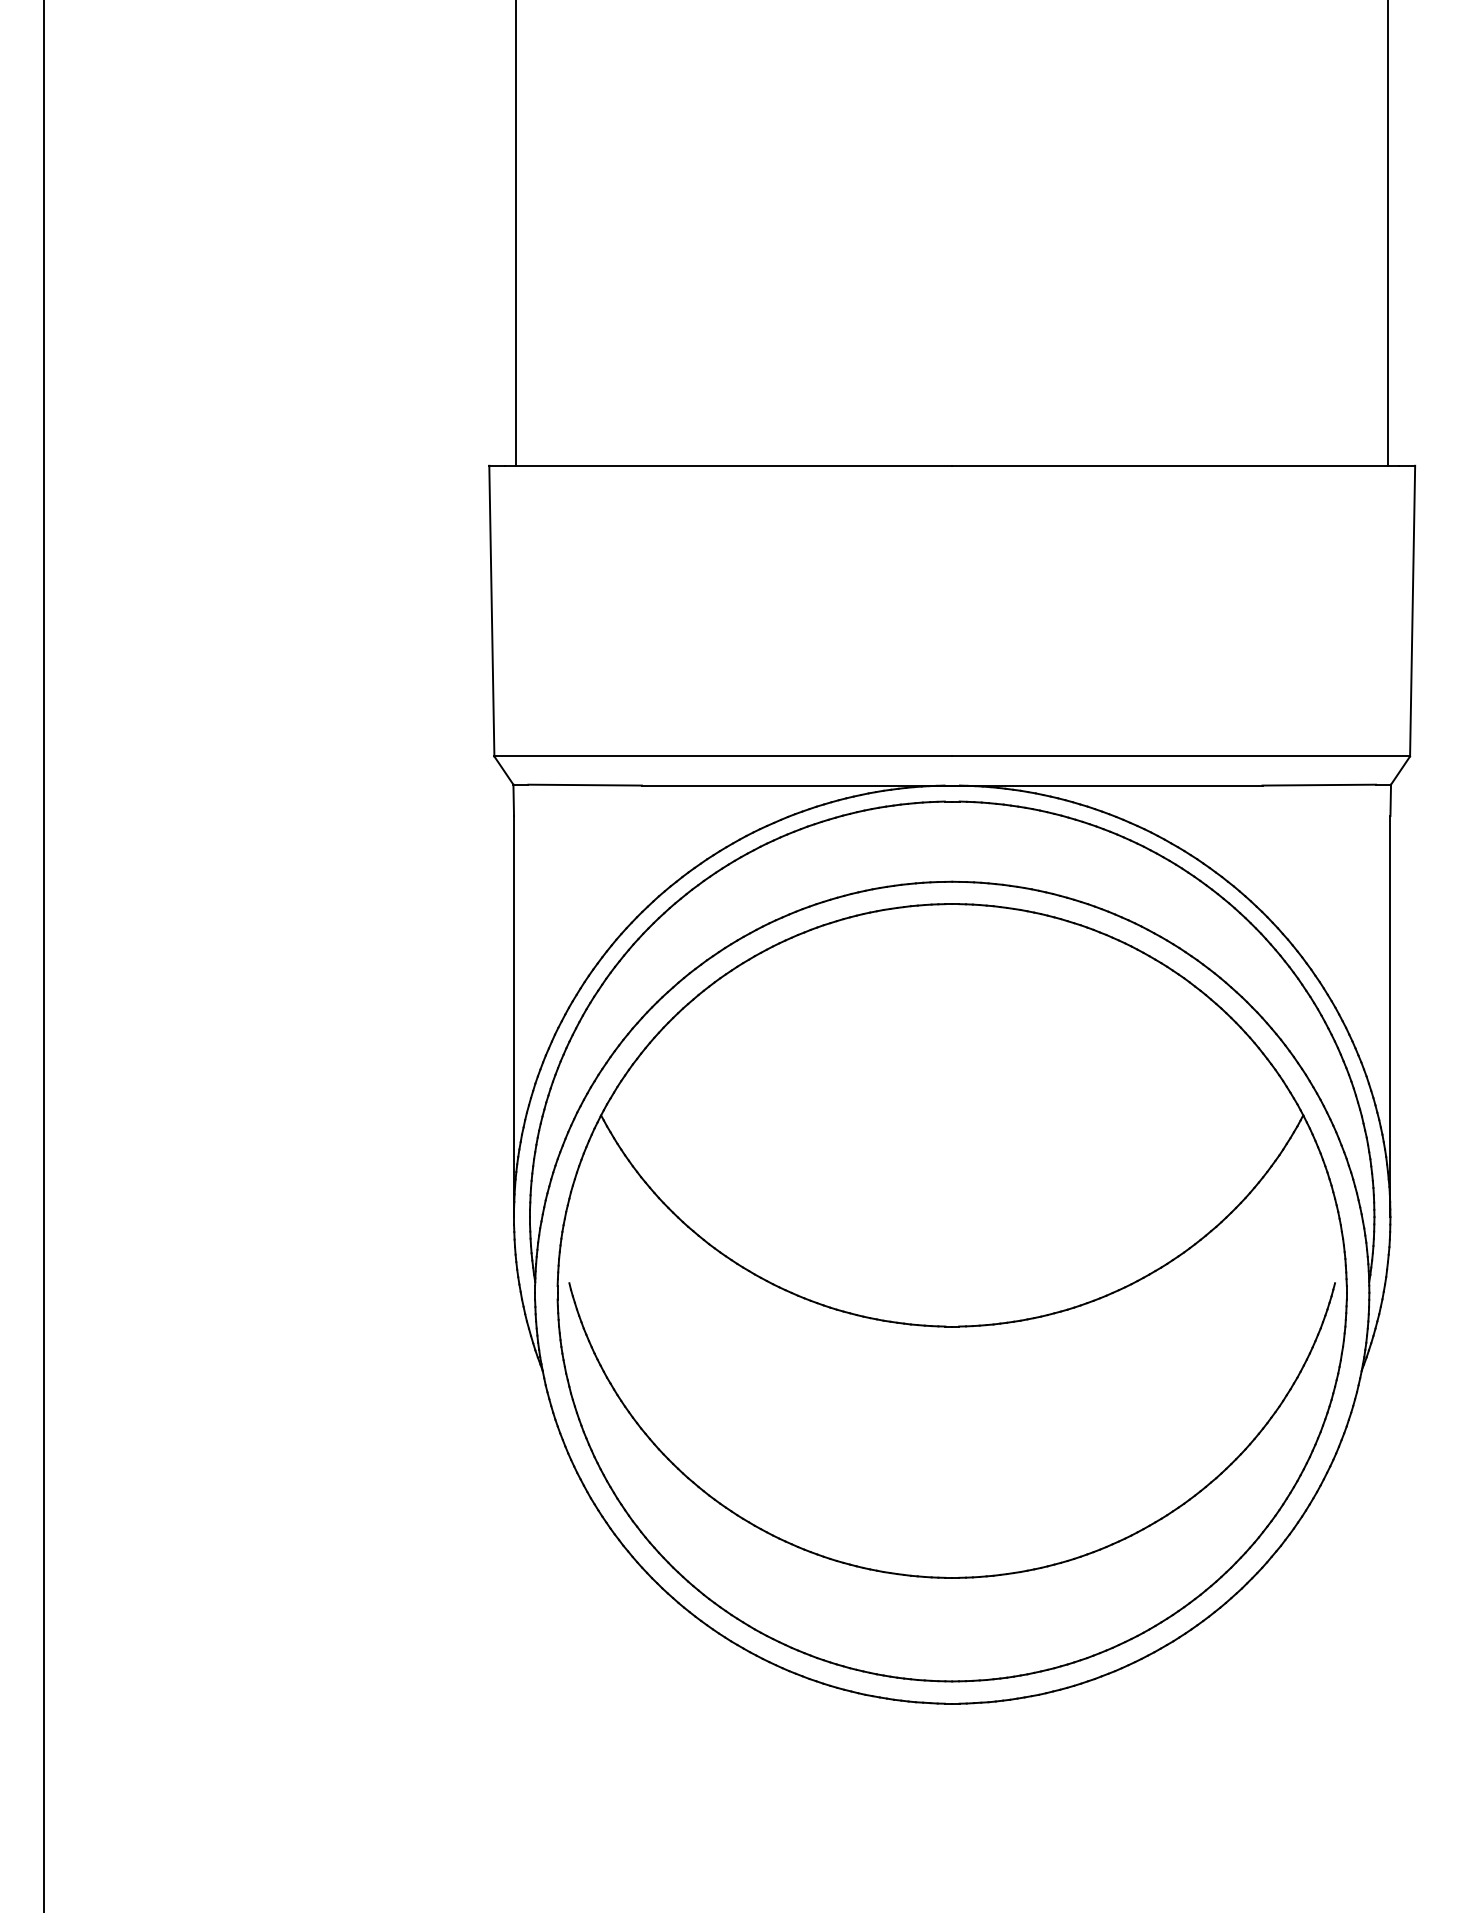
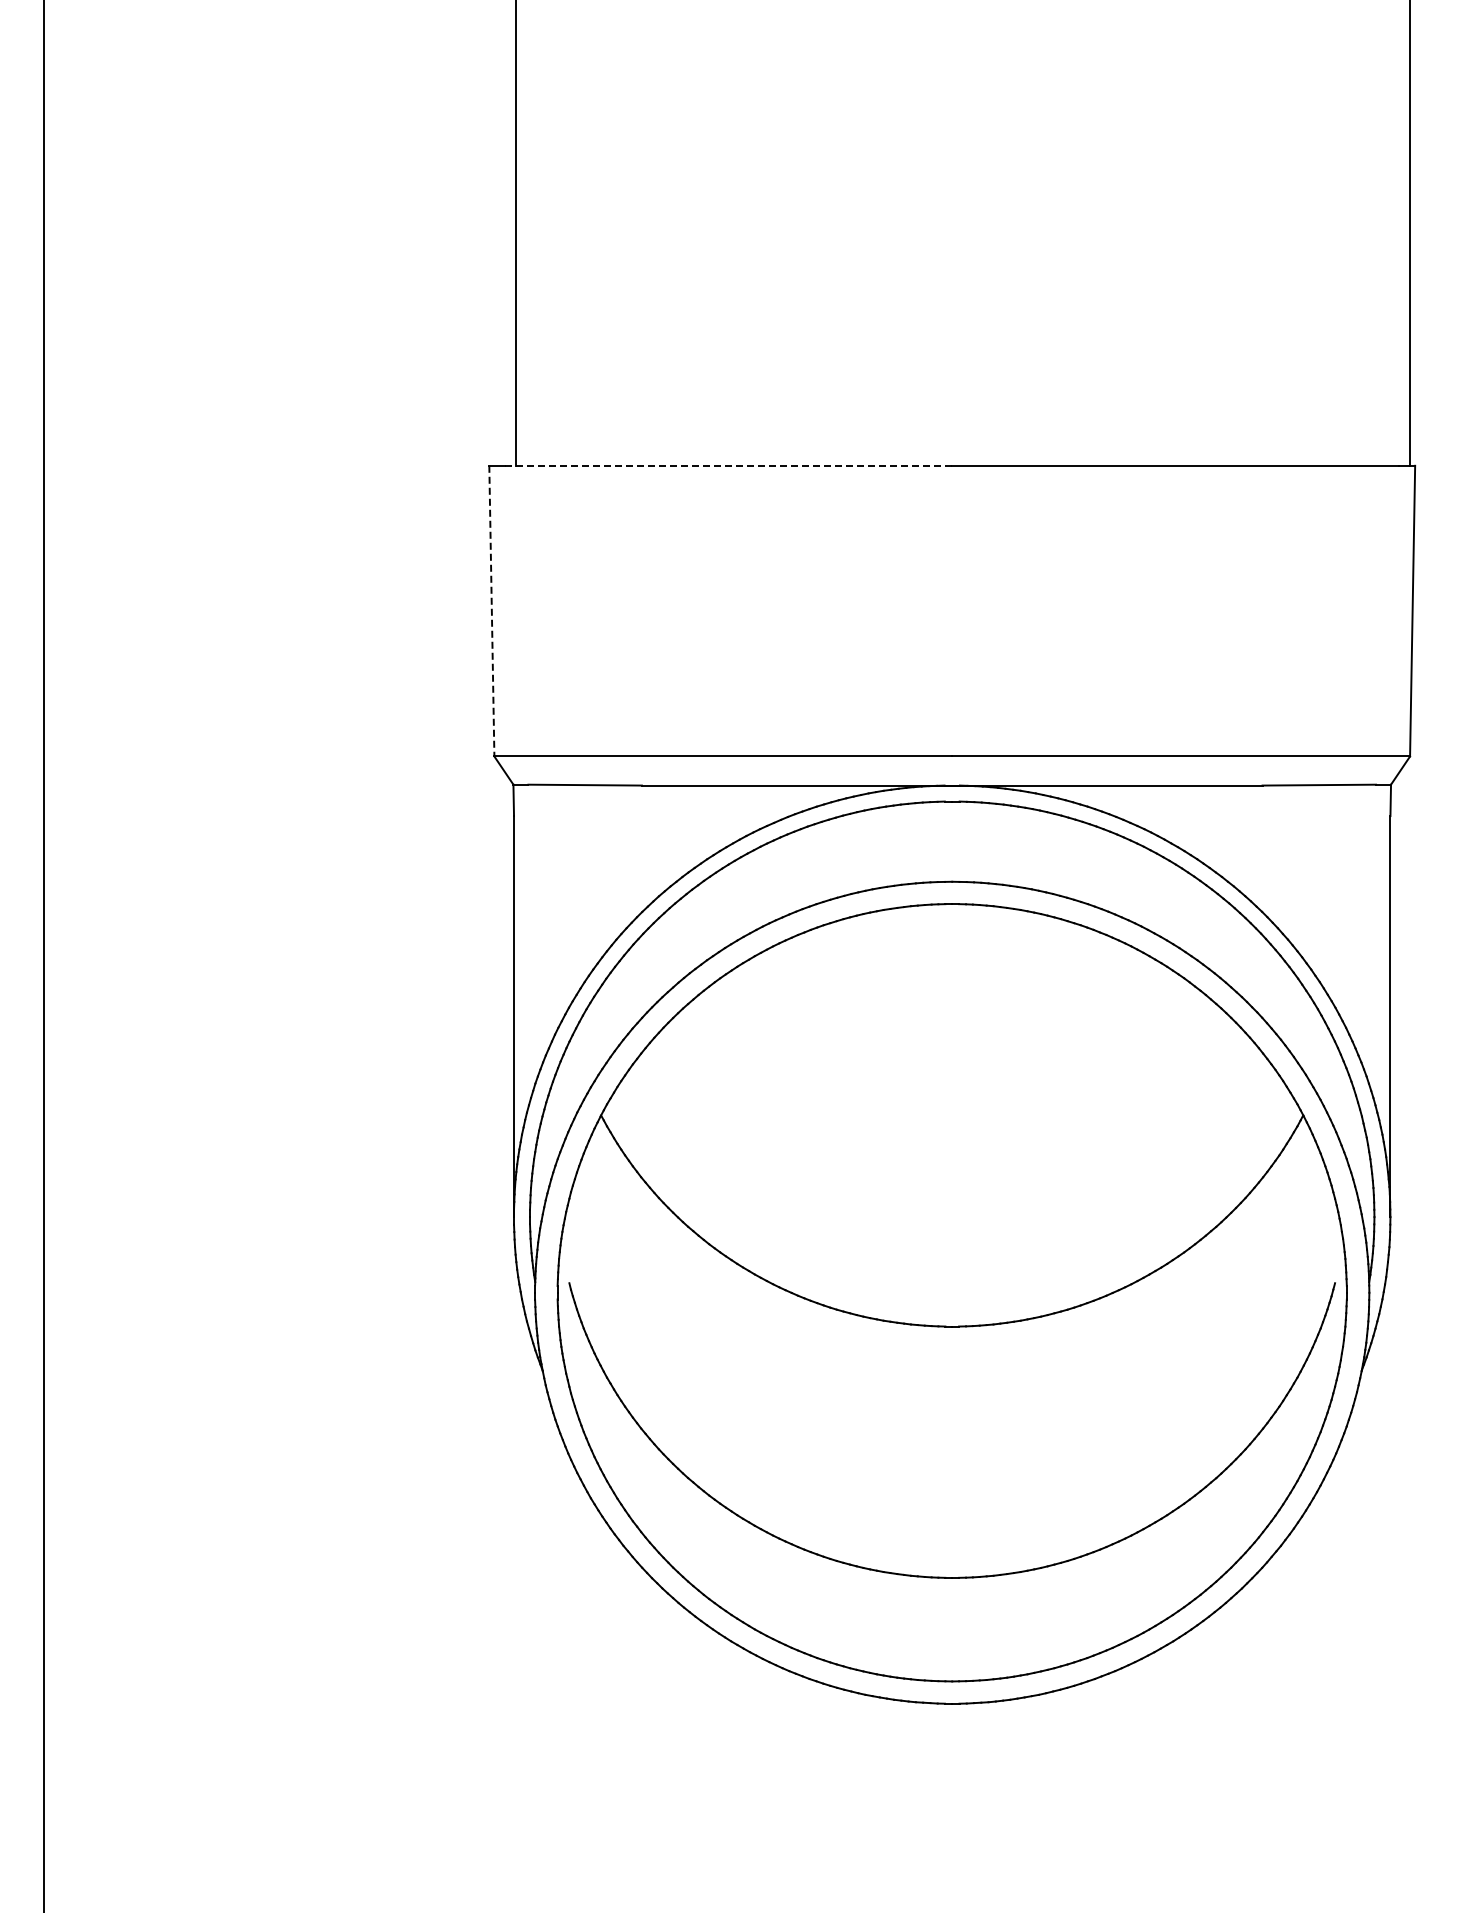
line at (1388, 233) position: (1388, 233) -> (1410, 233)
line at (729, 465): solid -> dashed
line at (491, 611): solid -> dashed
